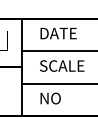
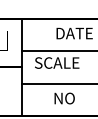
text at (58, 33) position: (58, 33) -> (74, 33)
text at (62, 65) position: (62, 65) -> (57, 62)
text at (50, 98) position: (50, 98) -> (64, 98)
